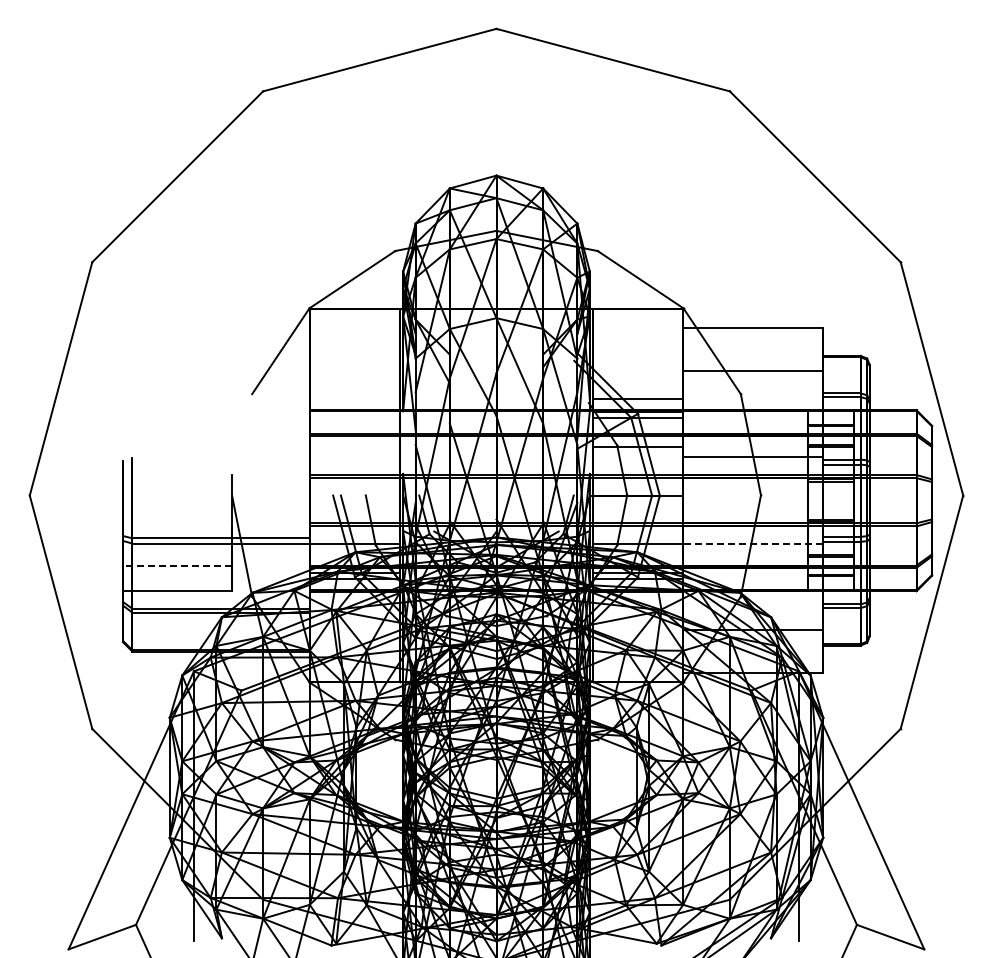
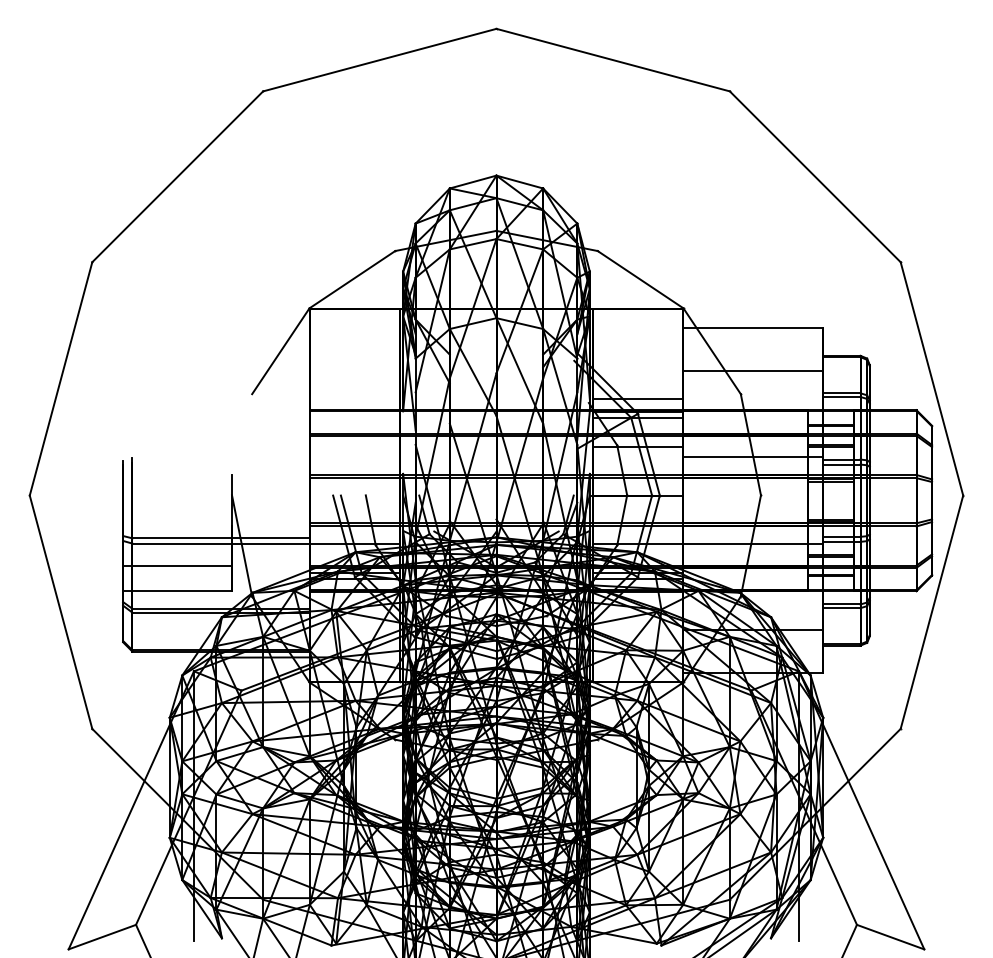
line at (752, 544): dashed -> solid
line at (177, 565): dashed -> solid
